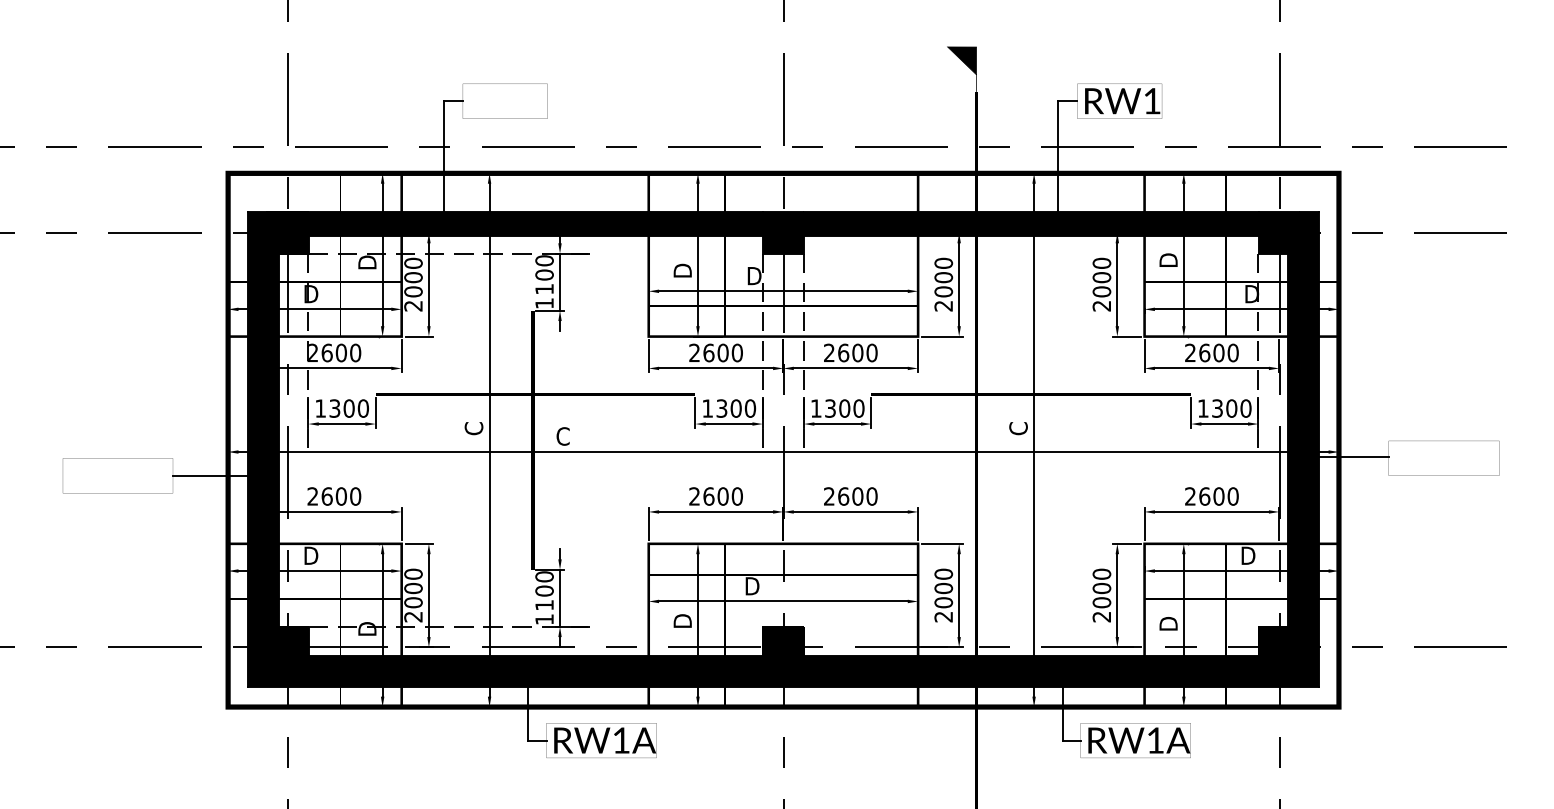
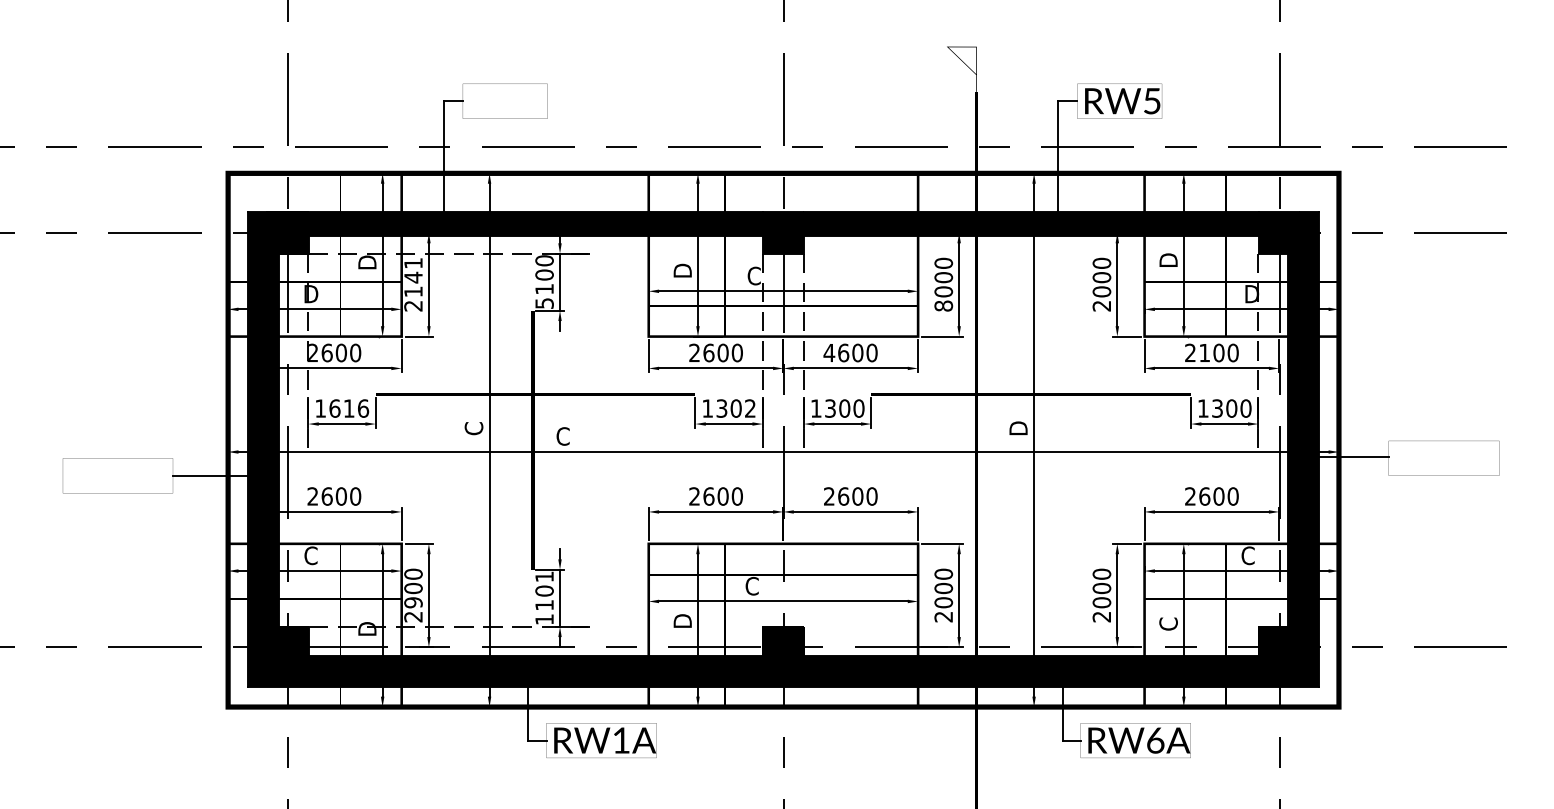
fill at (961, 60): present -> none
text at (1152, 101): RW1 -> RW5
text at (754, 275): D -> C
text at (413, 277): 2000 -> 2141
text at (544, 303): 1100 -> 5100
text at (943, 305): 2000 -> 8000
text at (829, 352): 2600 -> 4600
text at (1204, 352): 2600 -> 2100
text at (349, 408): 1300 -> 1616
text at (750, 408): 1300 -> 1302
text at (1018, 428): C -> D
text at (311, 555): D -> C
text at (1248, 555): D -> C
text at (544, 576): 1100 -> 1101
text at (752, 585): D -> C
text at (413, 602): 2000 -> 2900
text at (1168, 623): D -> C
text at (1155, 740): RW1A -> RW6A
